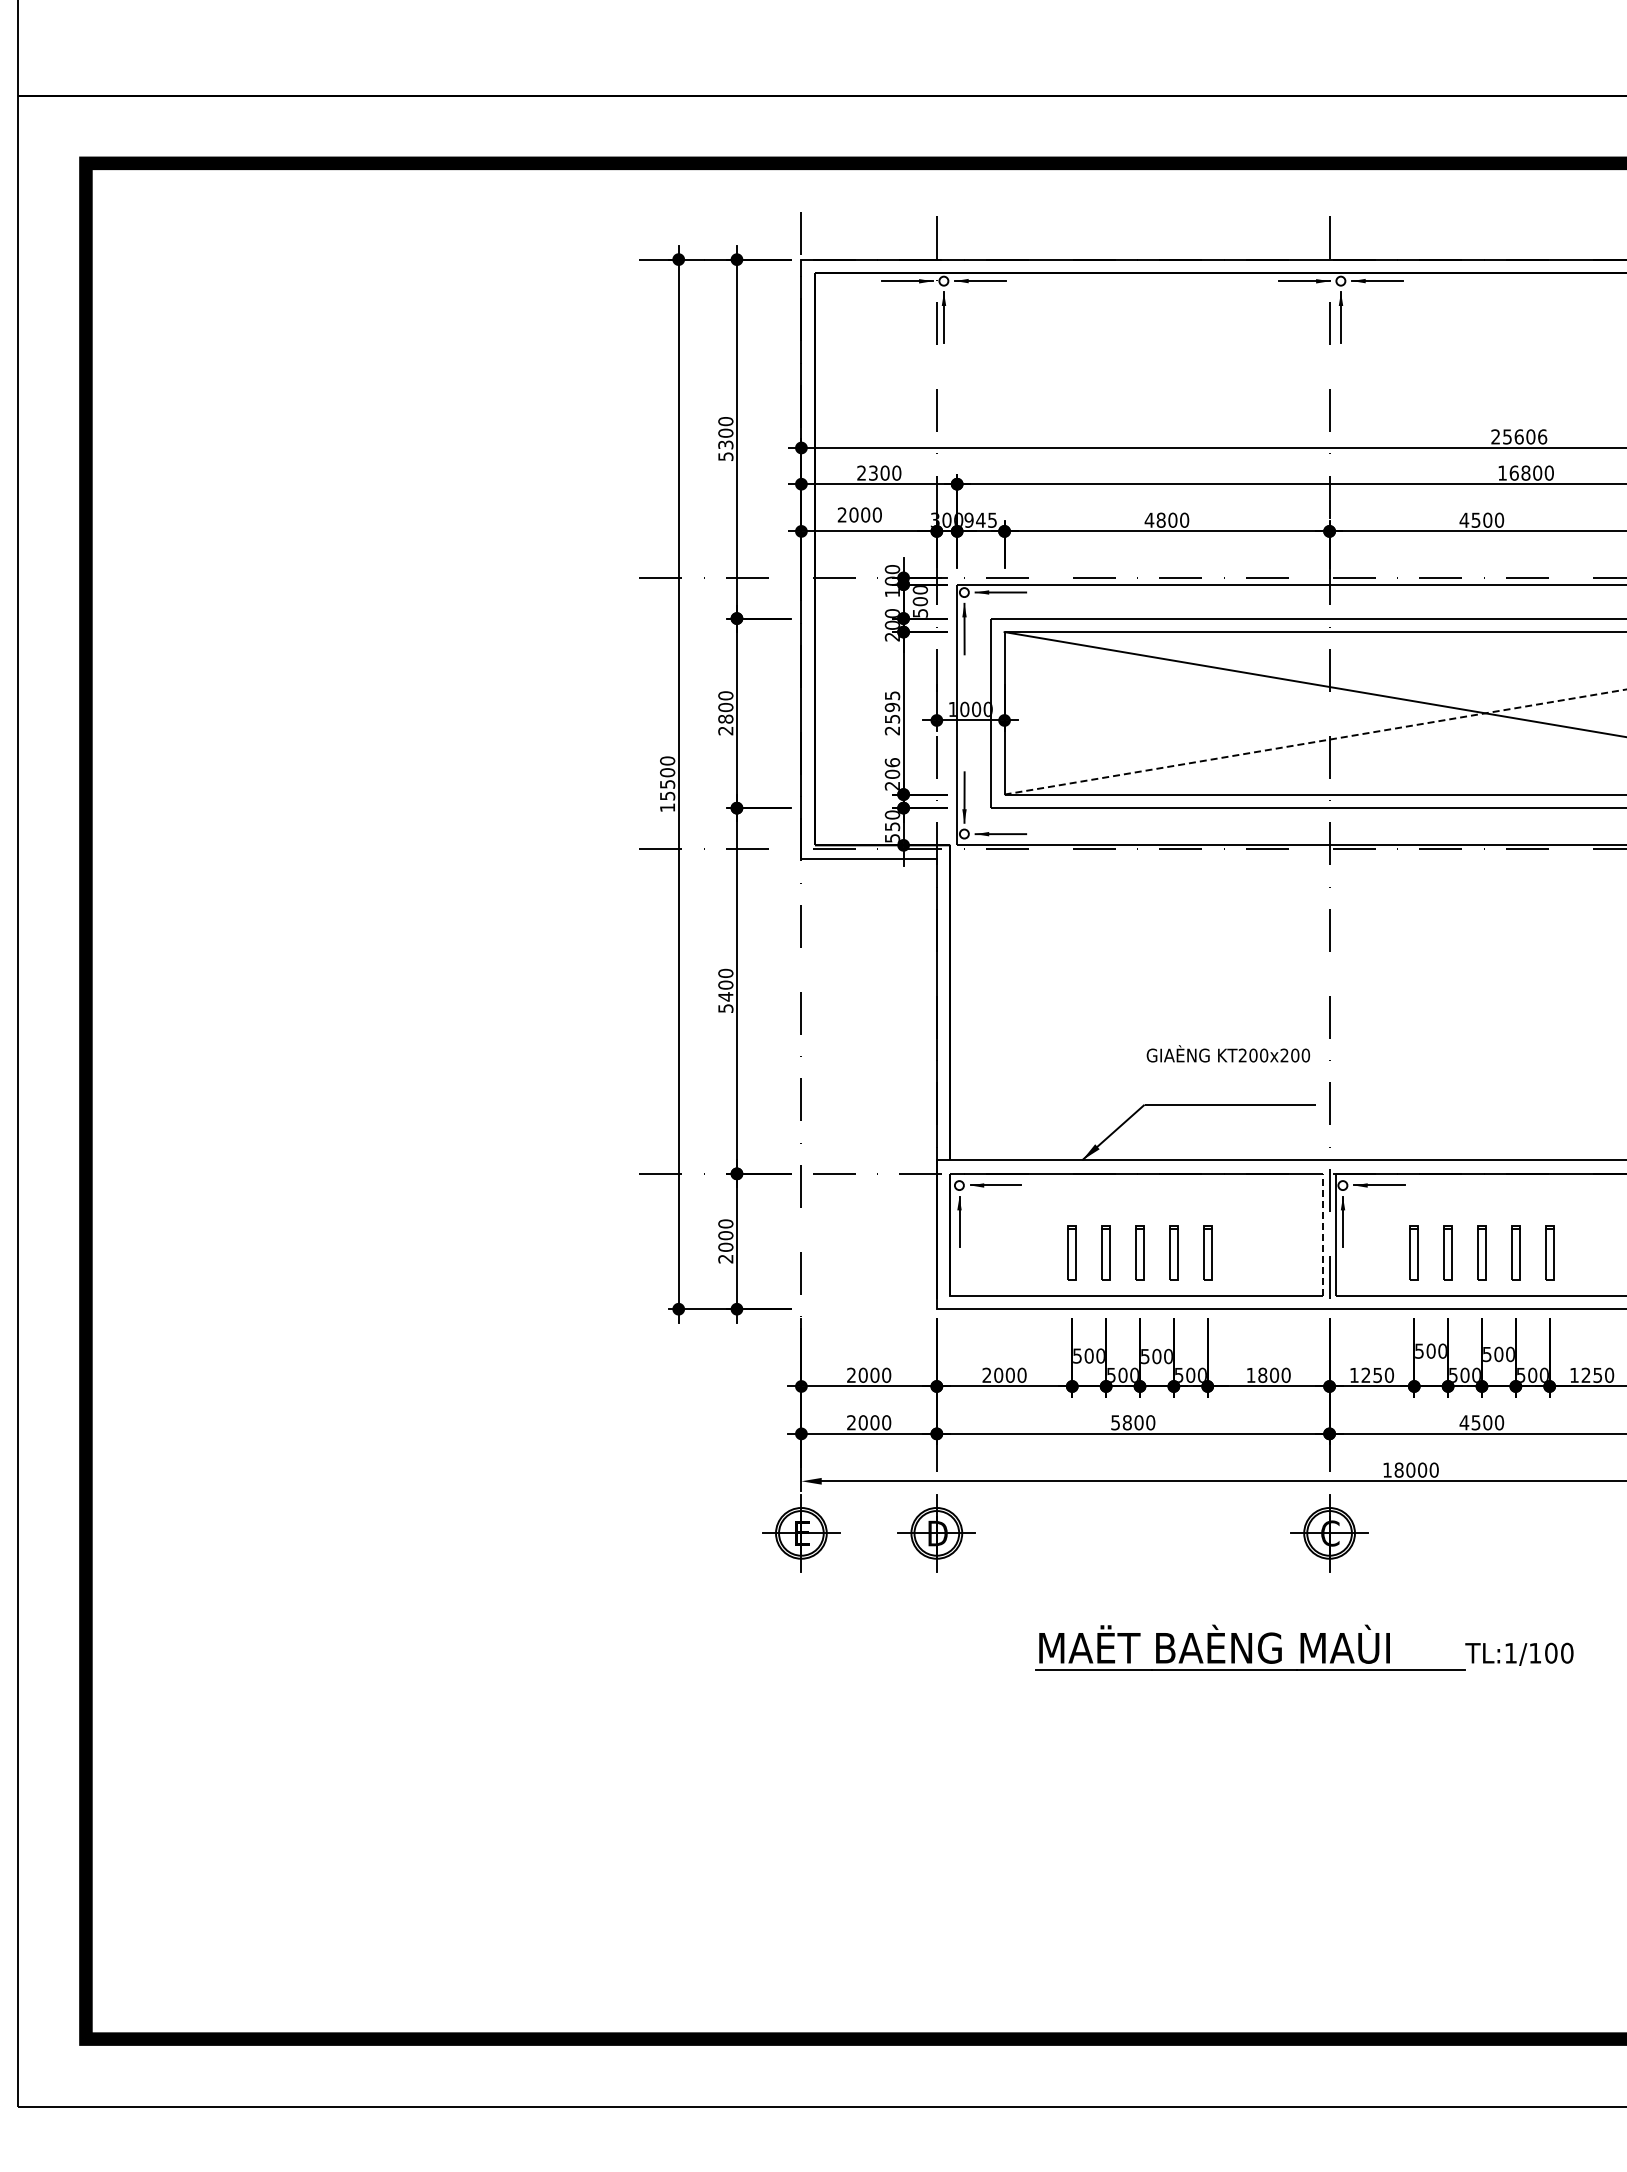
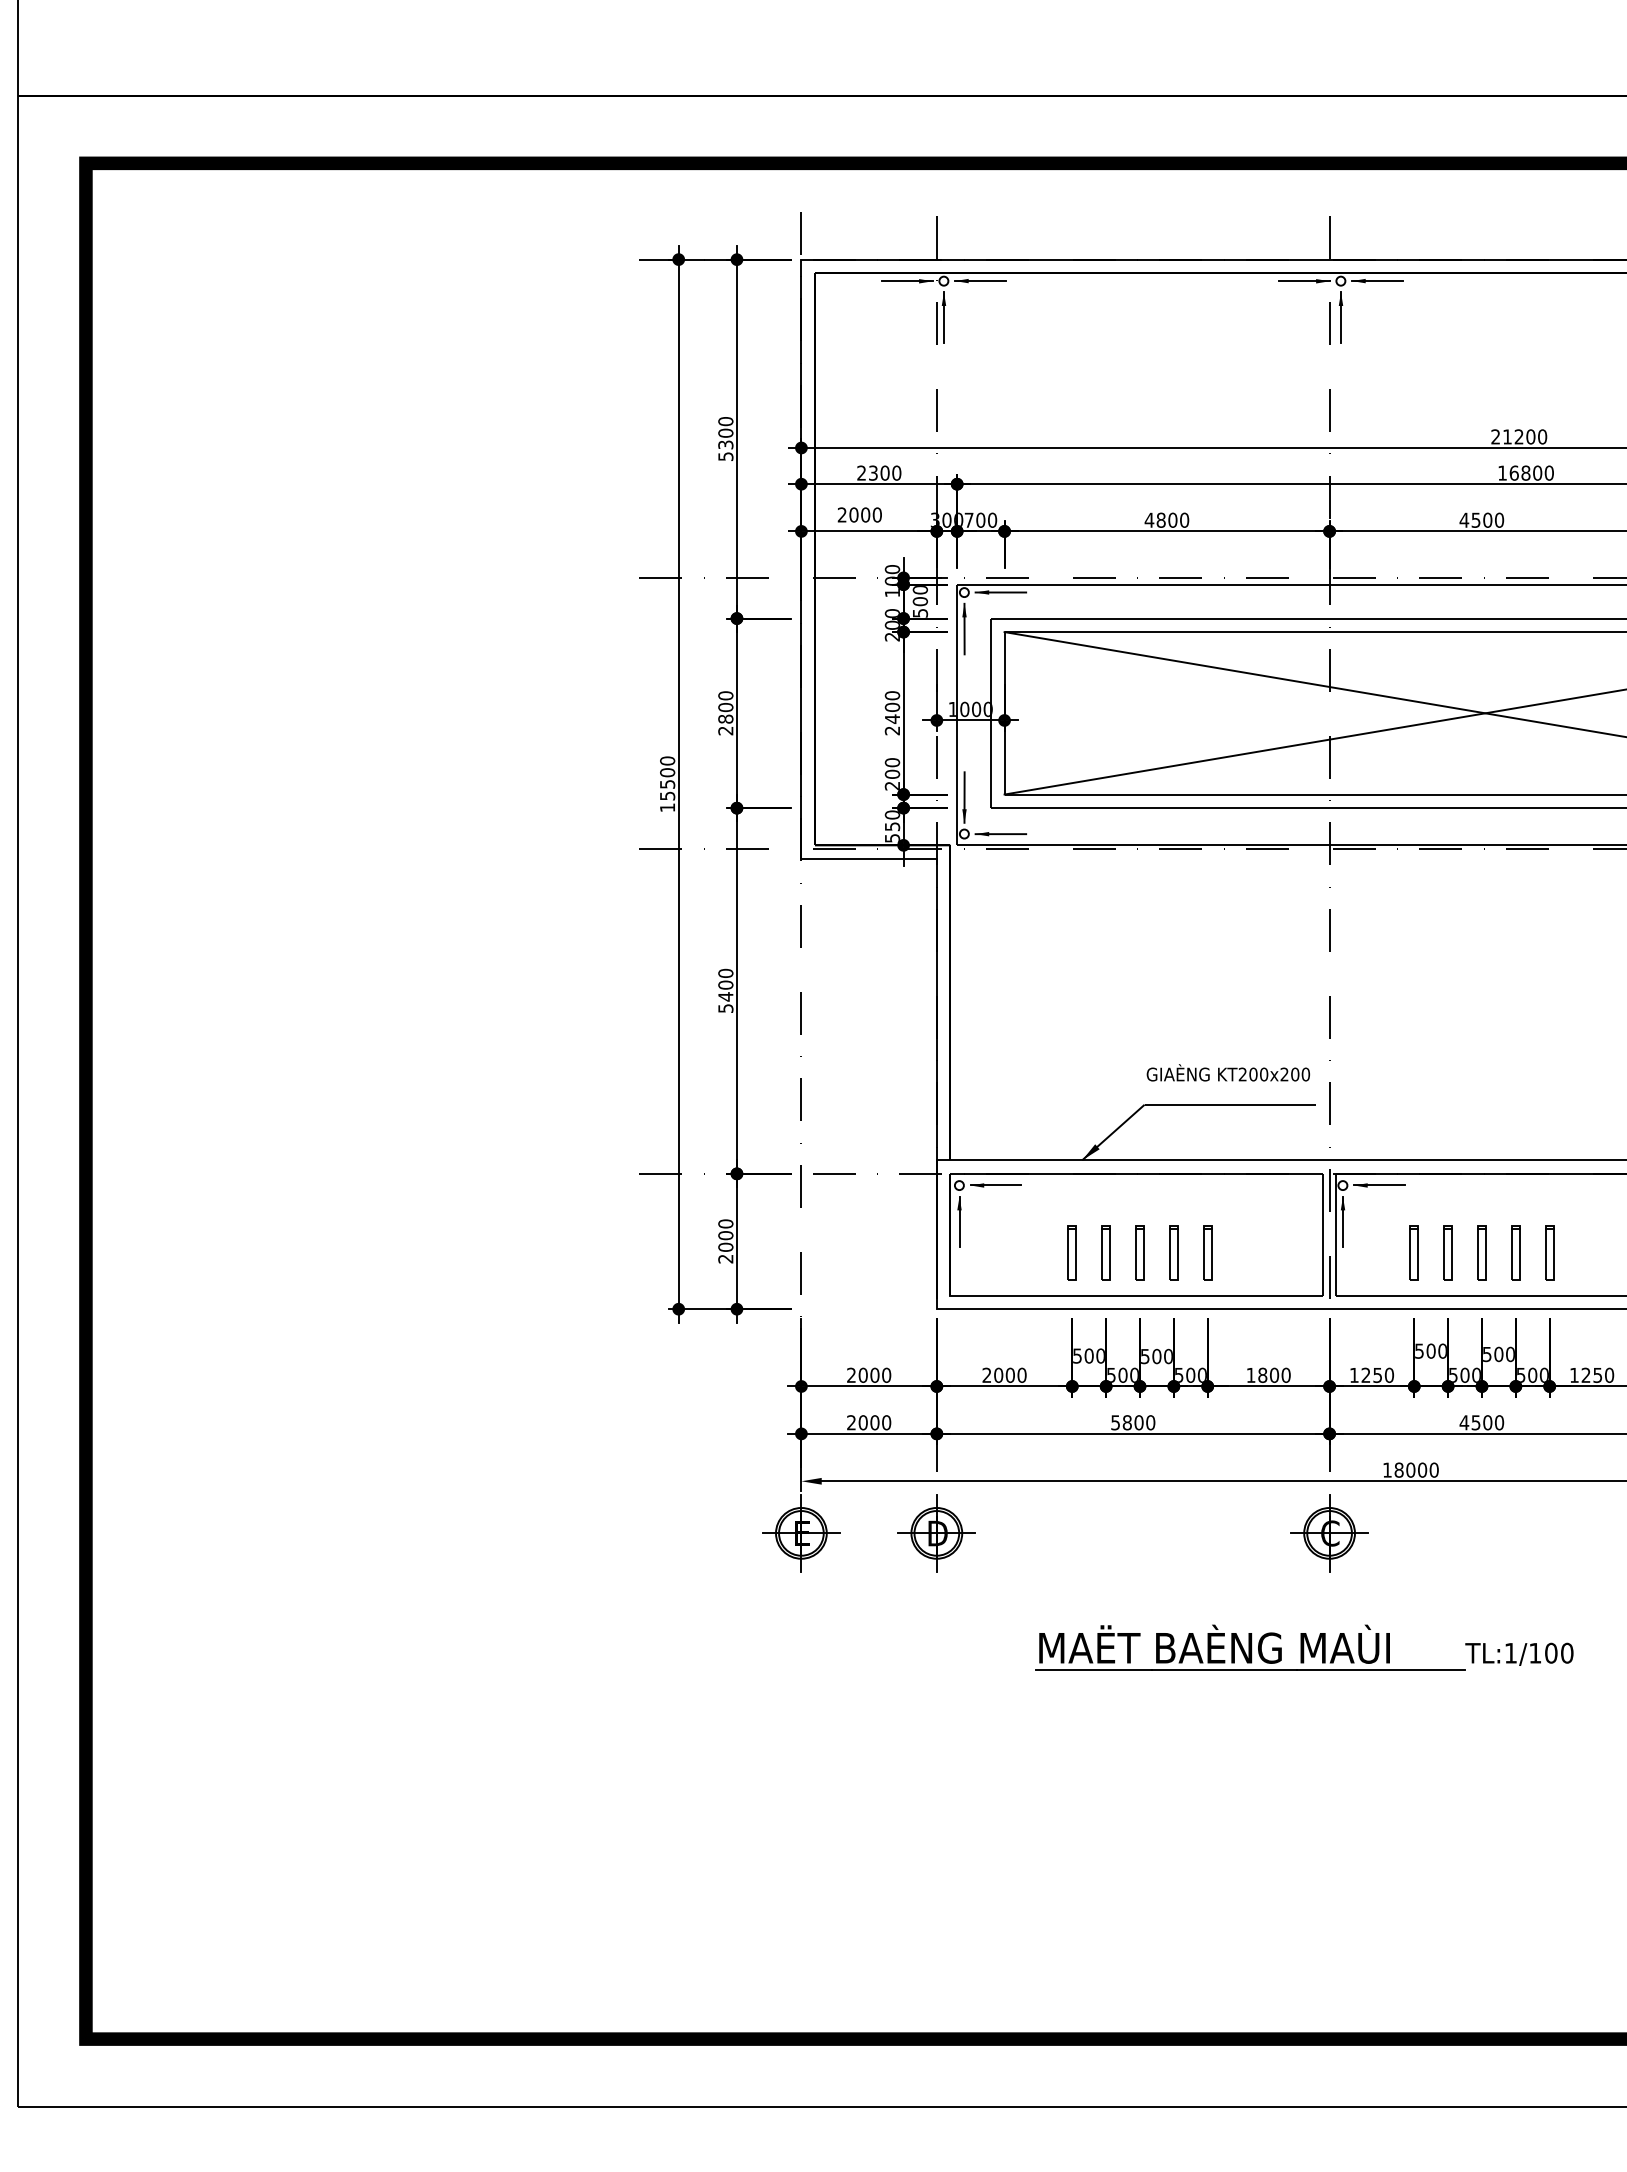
text at (1525, 436): 25606 -> 21200
text at (980, 519): 945 -> 700
text at (892, 707): 2595 -> 2400
line at (1315, 741): dashed -> solid
text at (891, 762): 206 -> 200
text at (1227, 1053) position: (1227, 1053) -> (1227, 1072)
line at (1322, 1234): dashed -> solid
